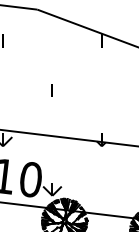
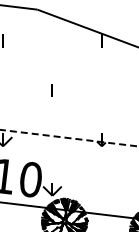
line at (70, 138): solid -> dashed
